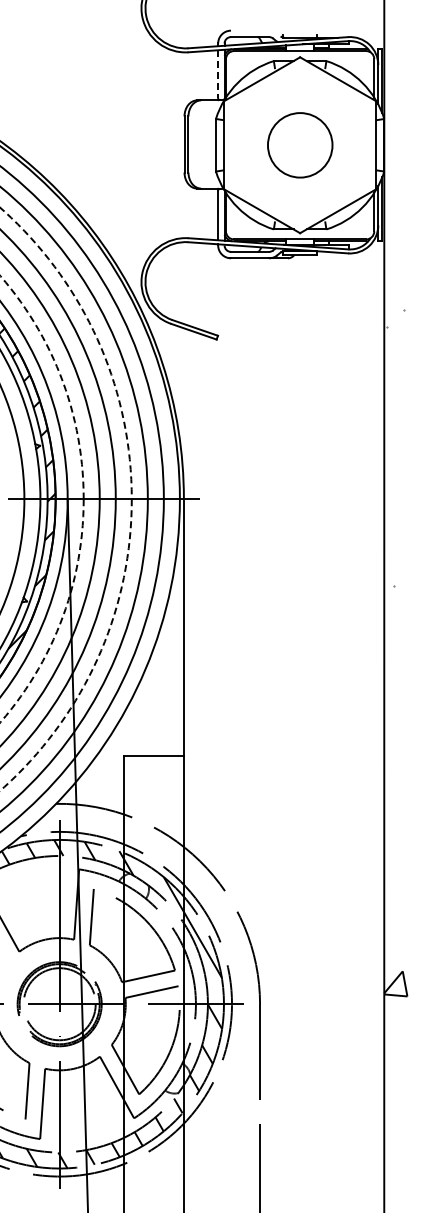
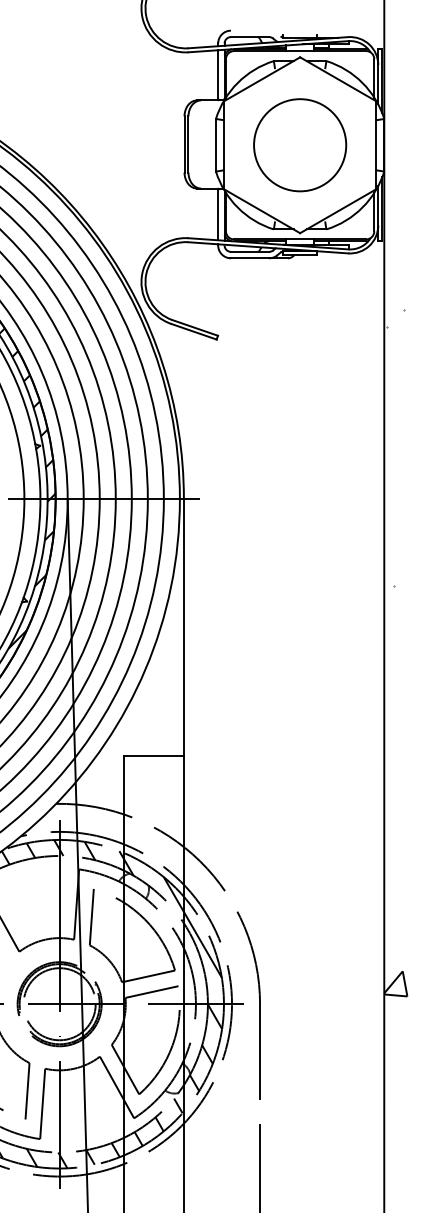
line at (218, 74): dashed -> solid
circle at (300, 145) size: 67x67 px -> 95x95 px
circle at (41, 499): dashed -> solid
circle at (65, 499): dashed -> solid
